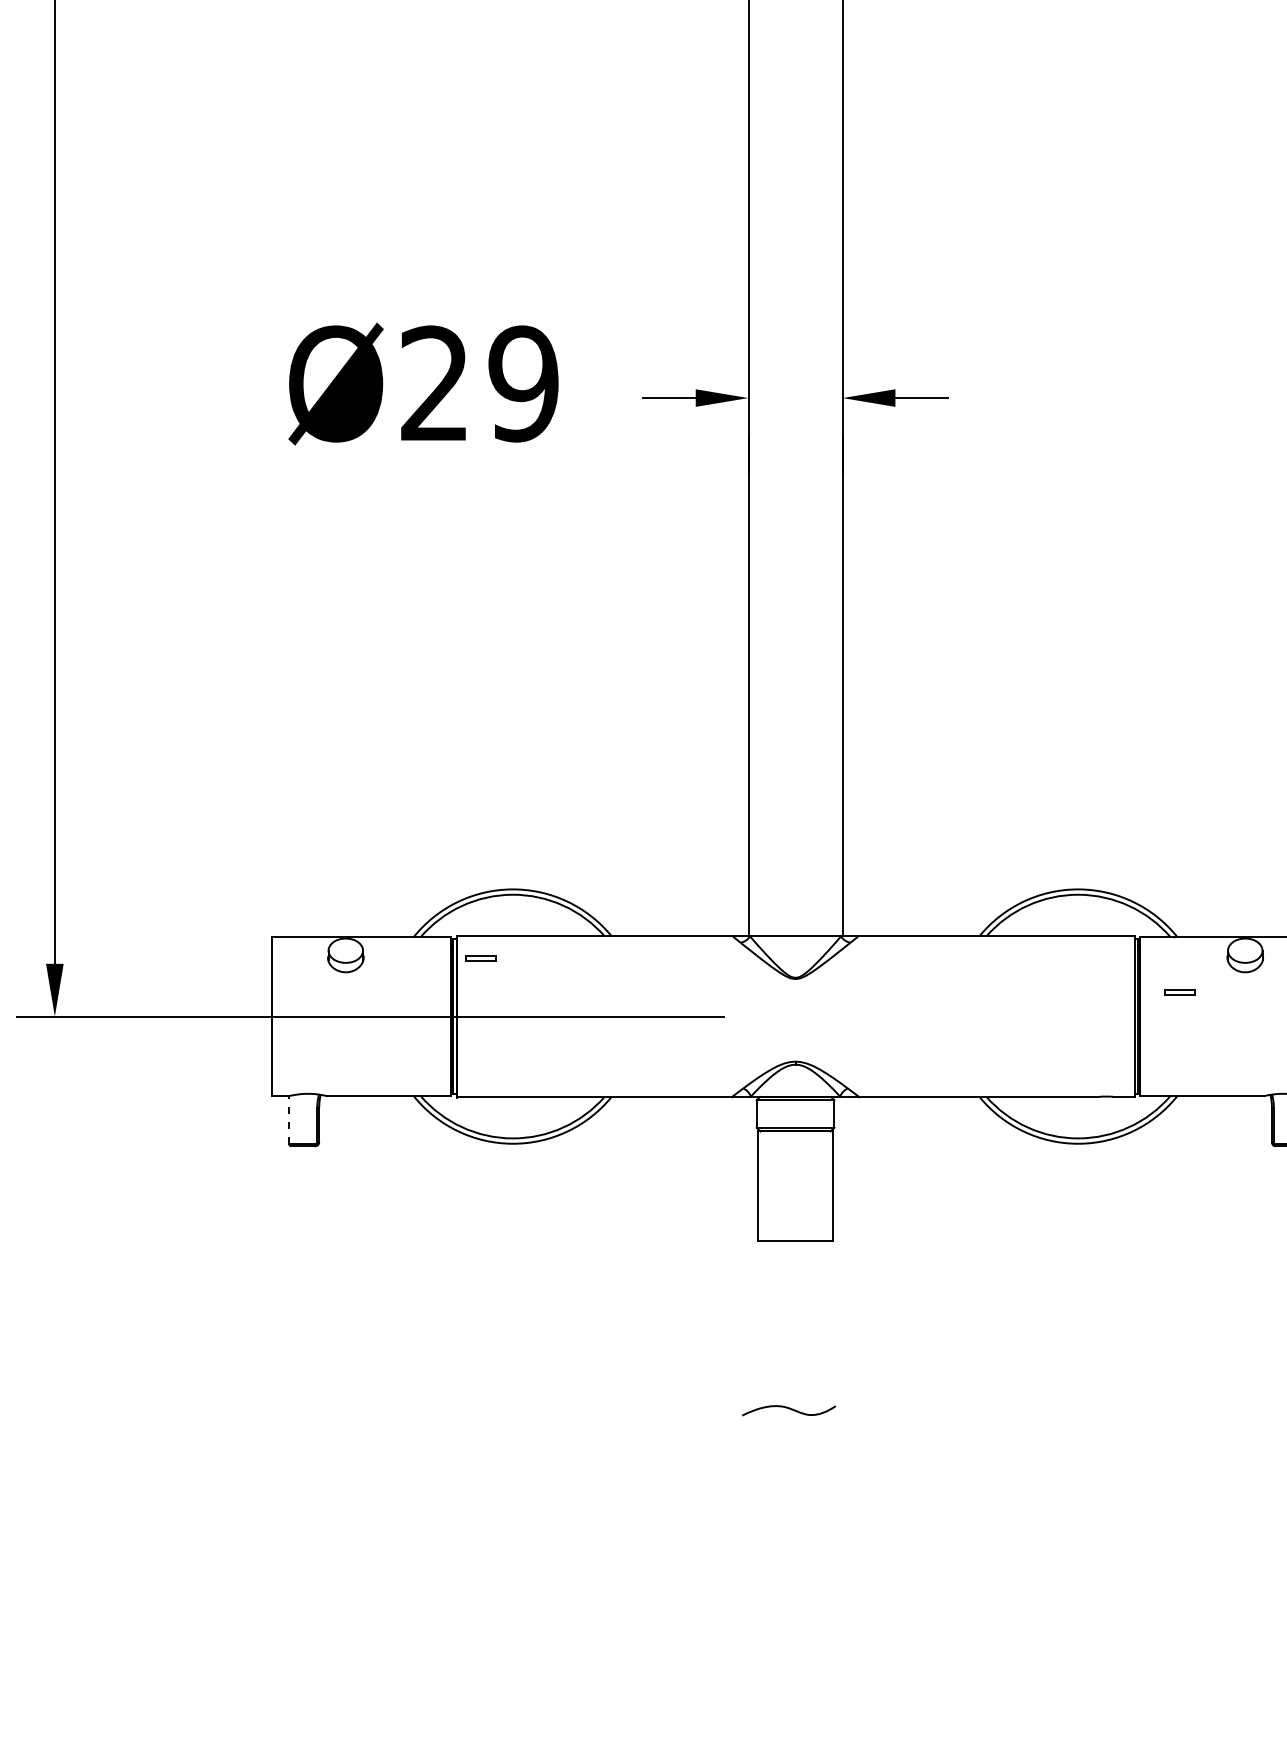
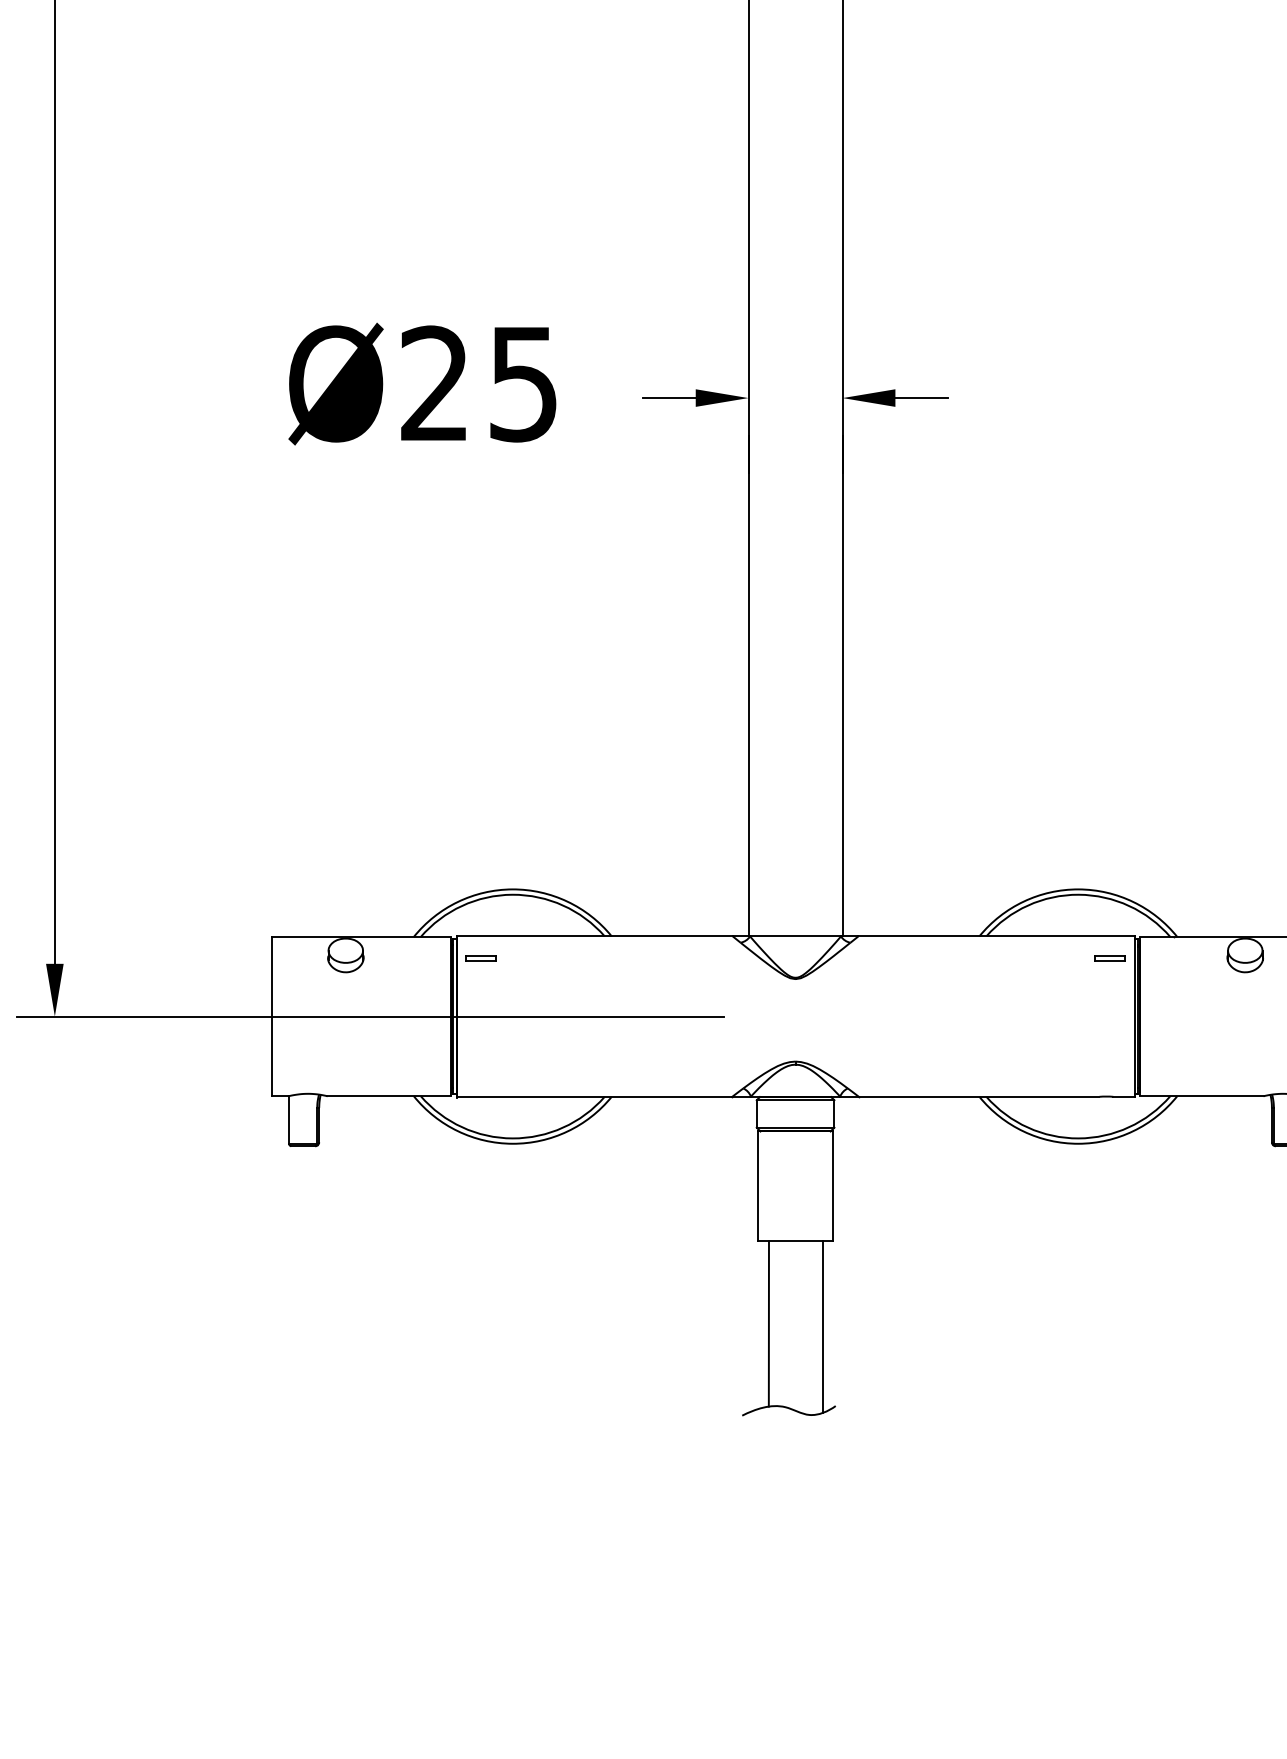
text at (523, 383): Ø29 -> Ø25
part at (1179, 992) position: (1179, 992) -> (1109, 958)
line at (289, 1119): dashed -> solid
line at (768, 1323): none -> present
line at (822, 1326): none -> present
